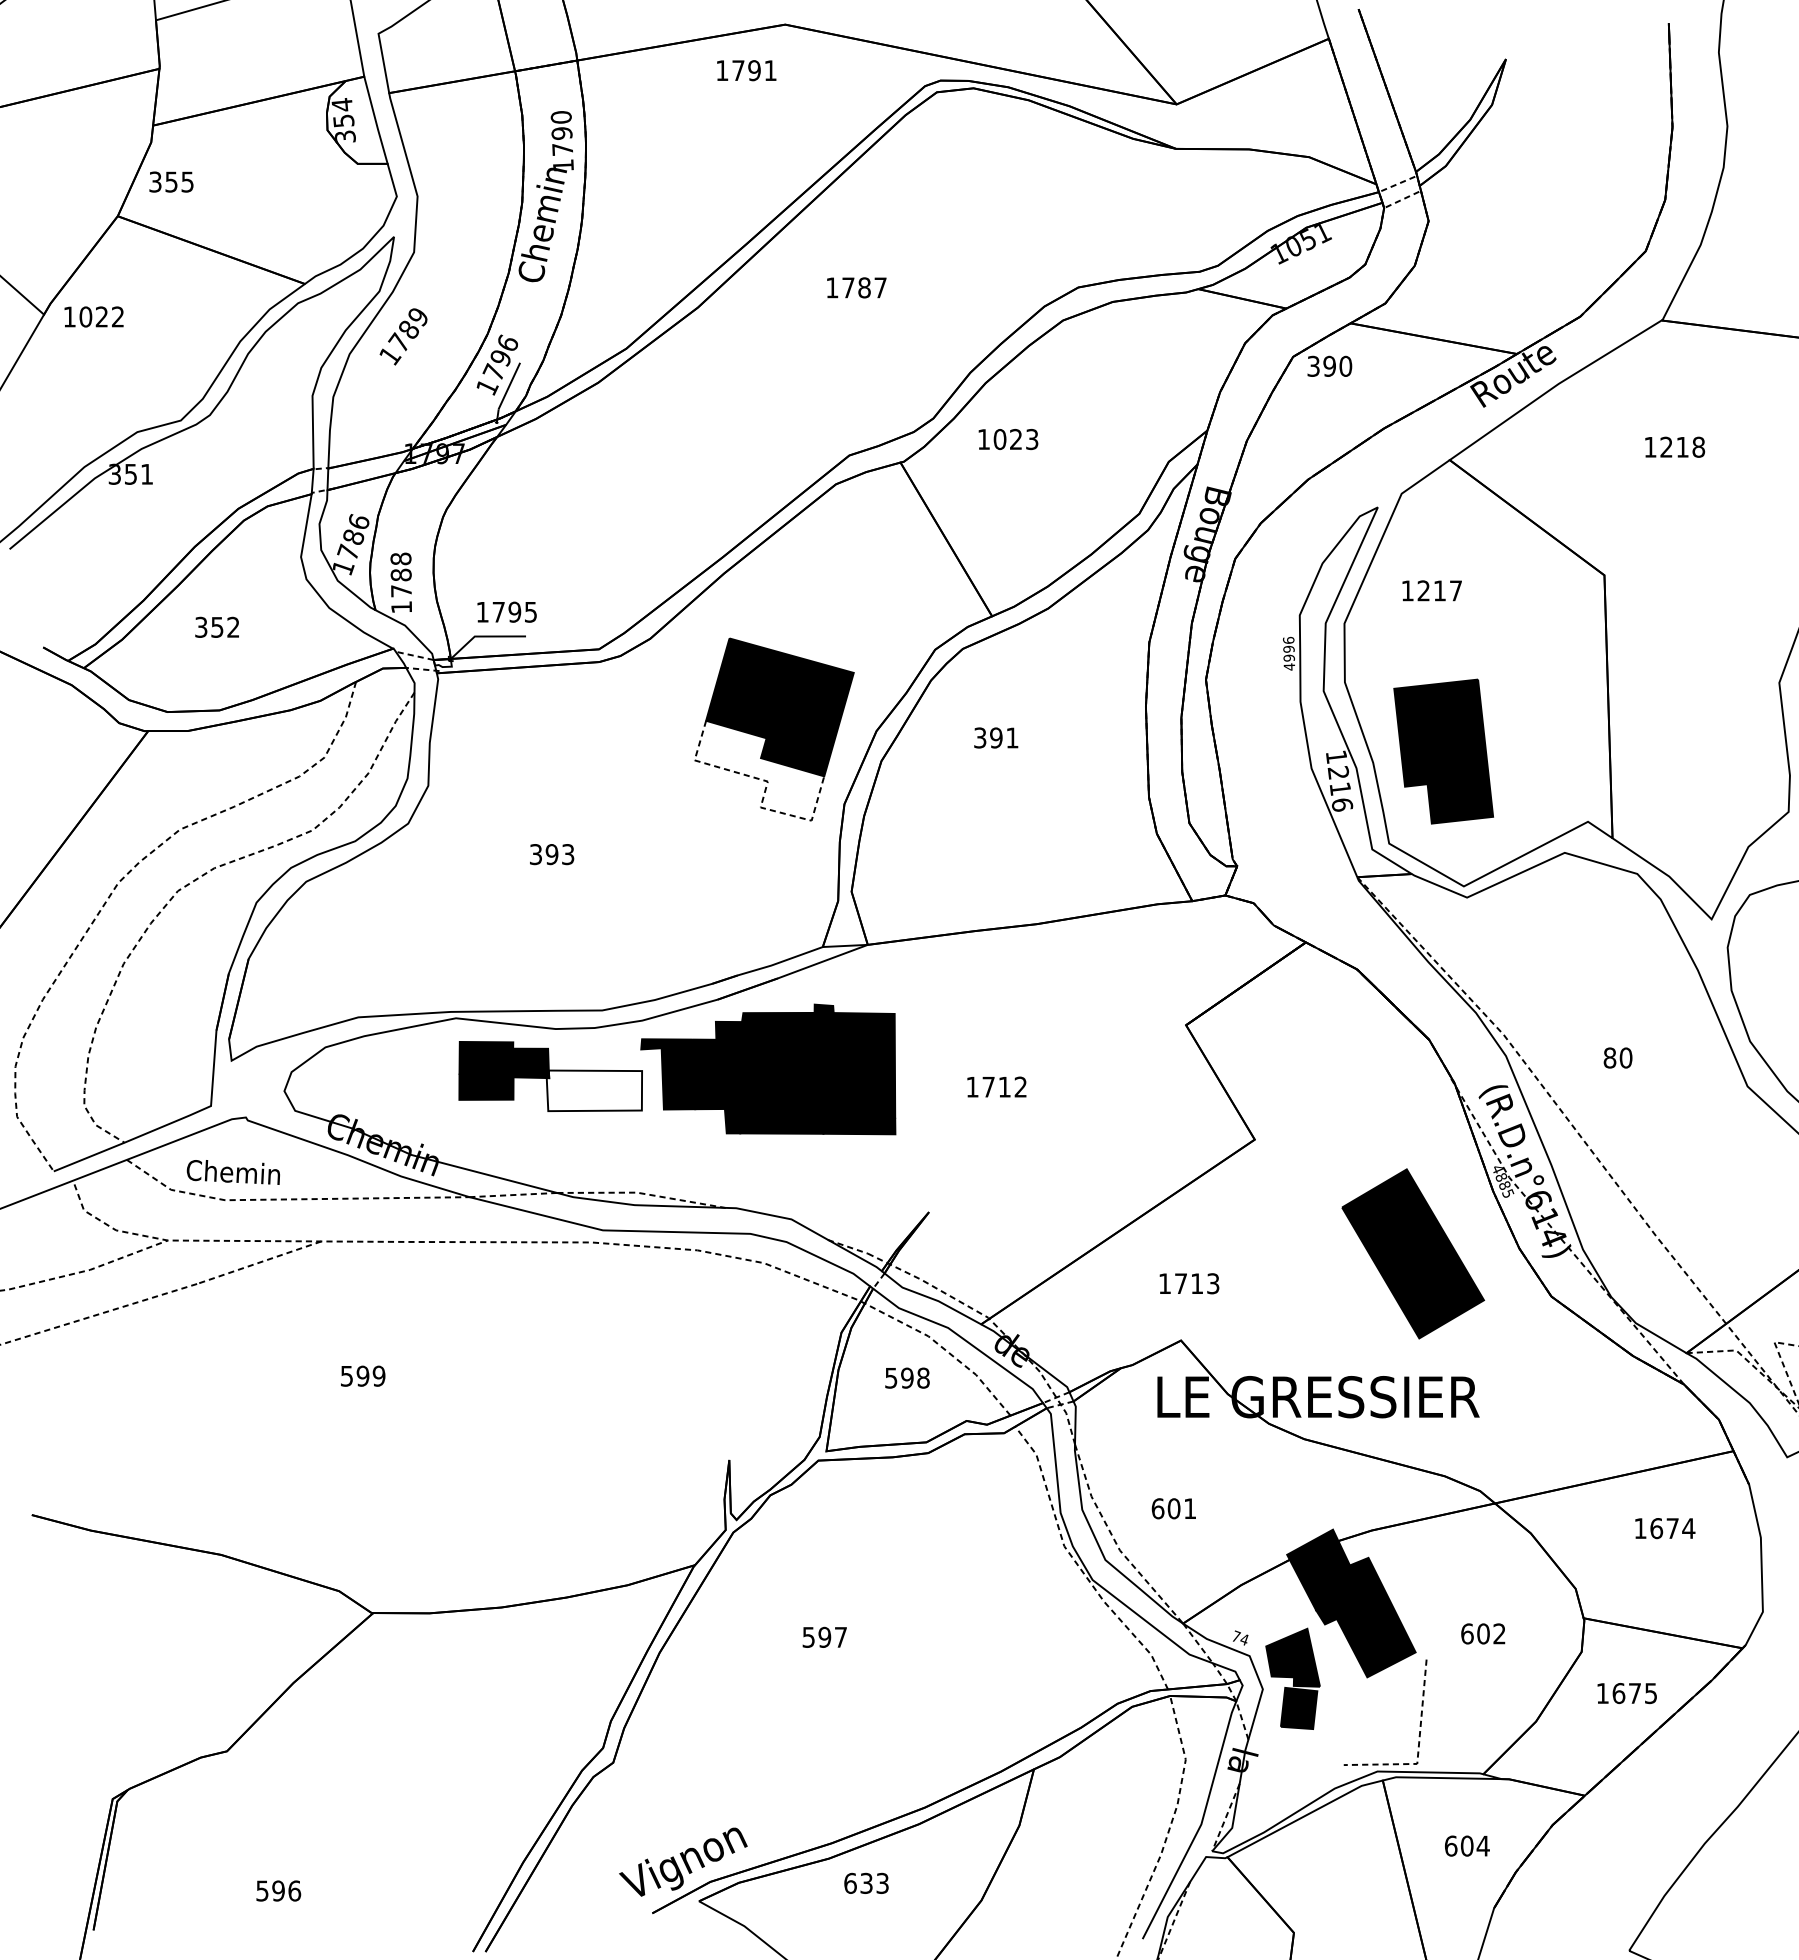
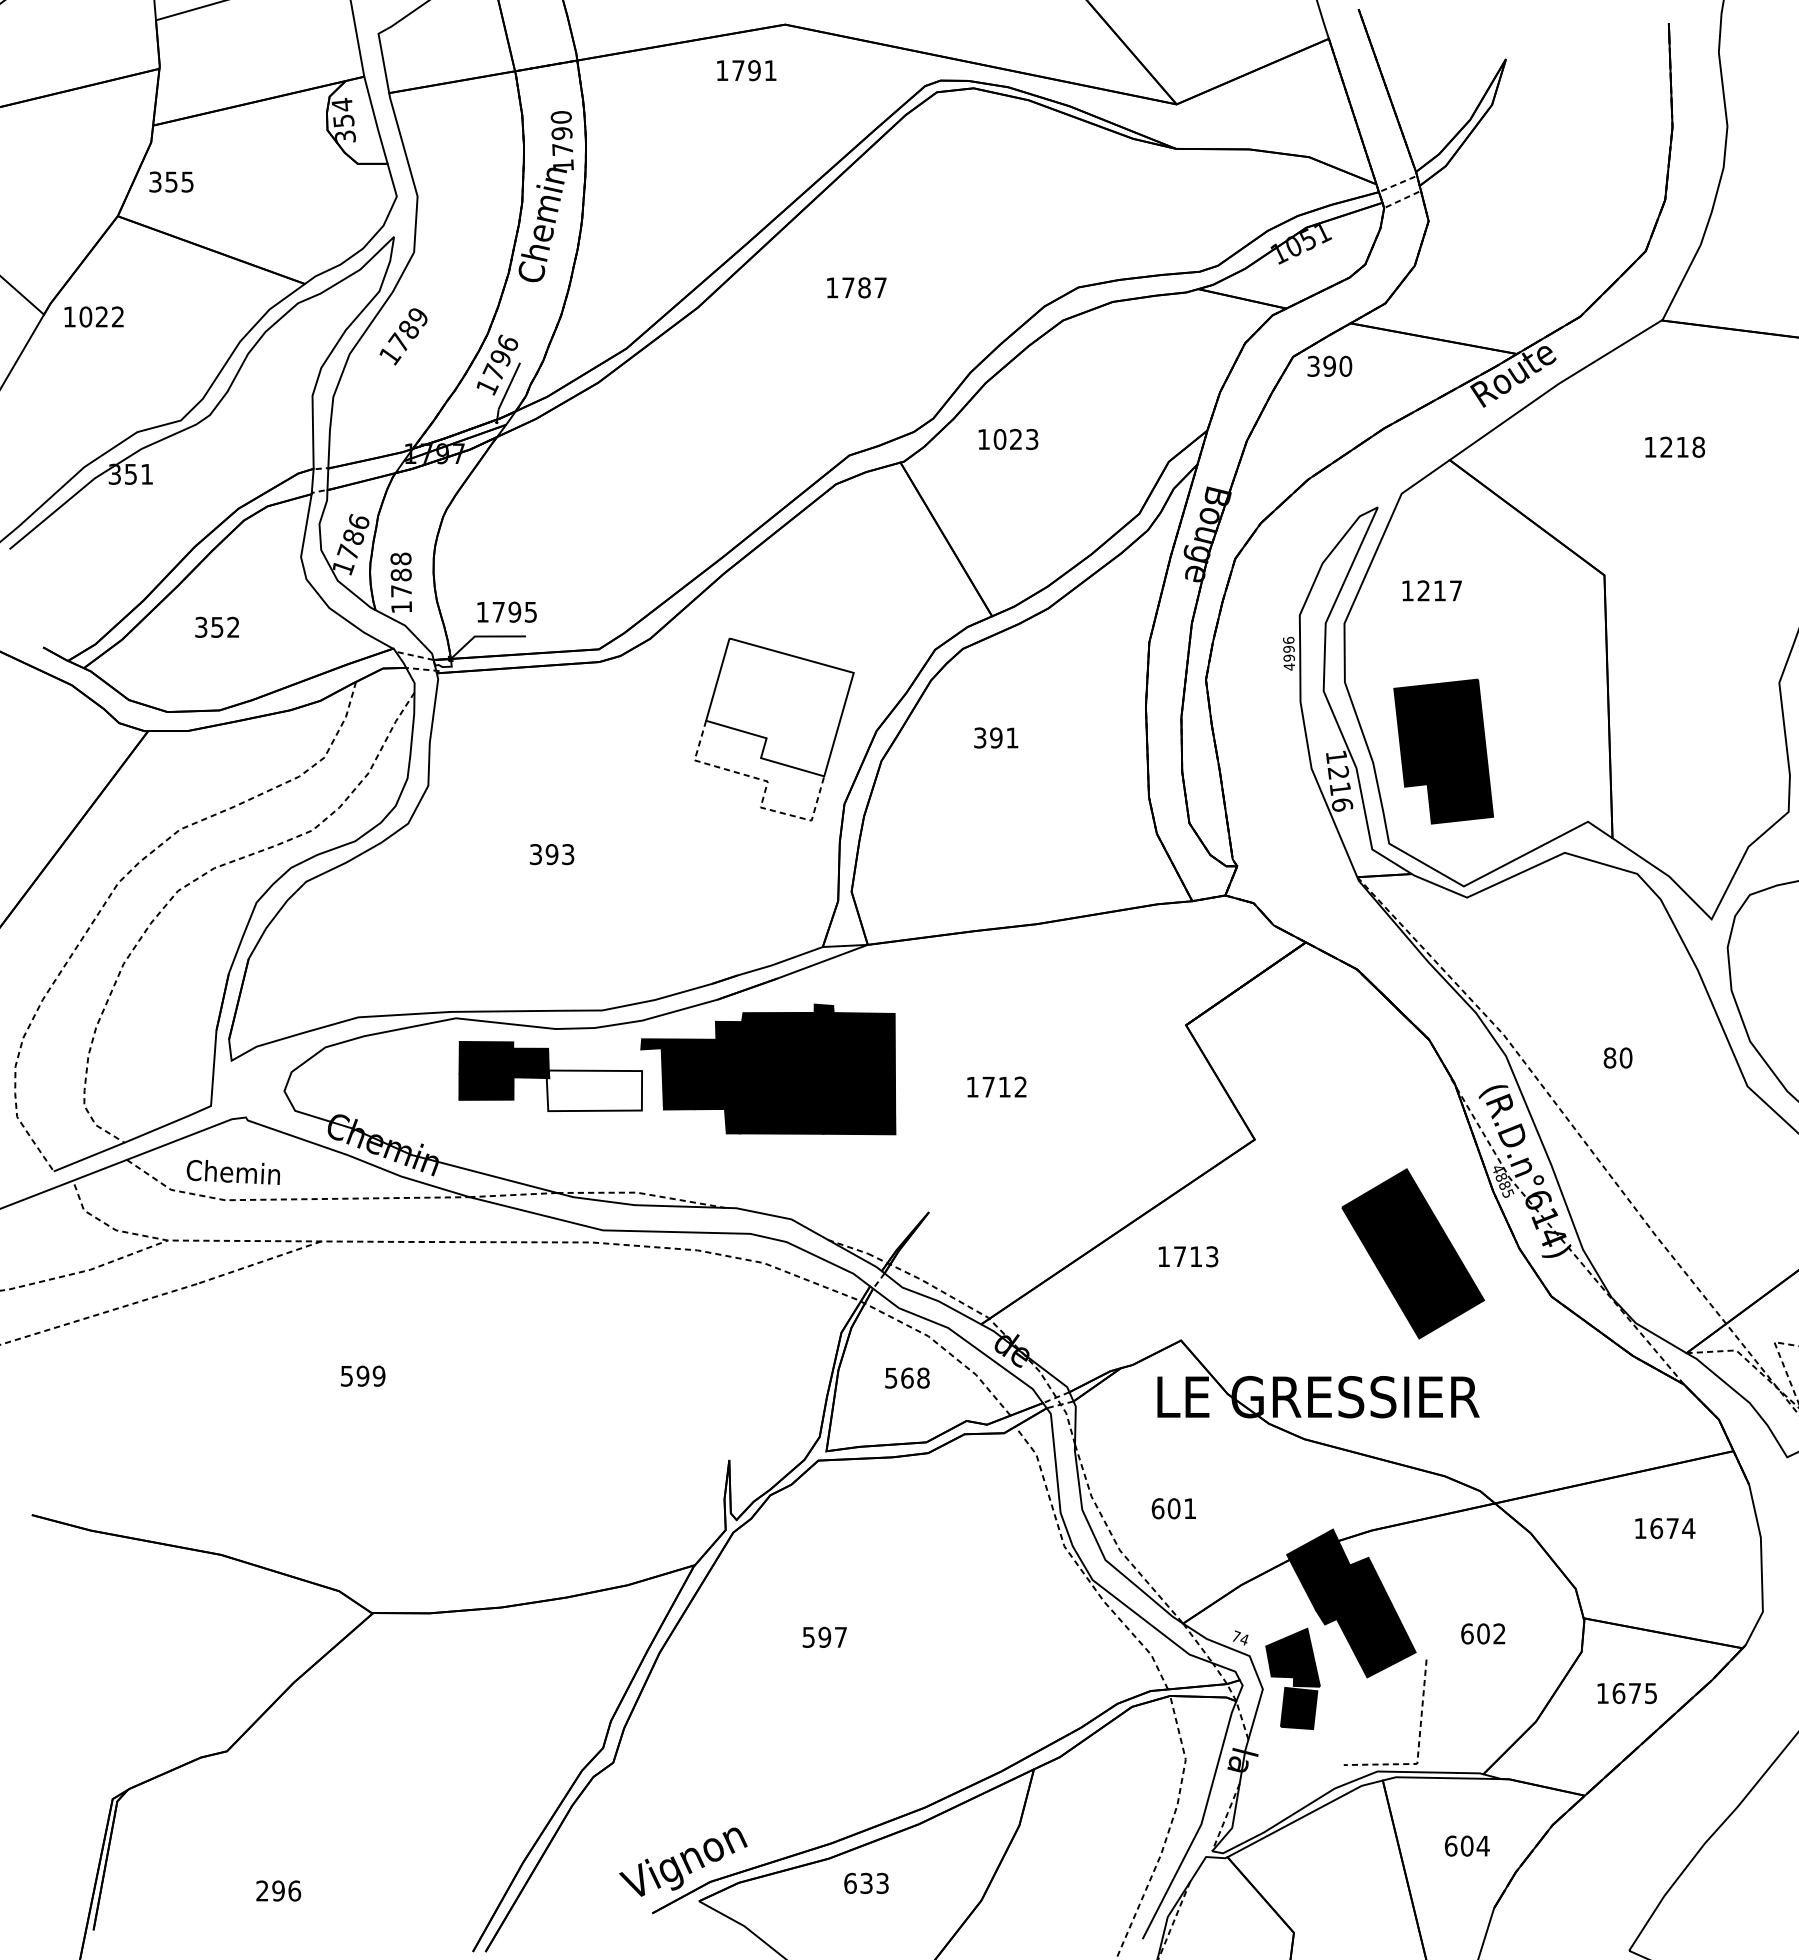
fill at (779, 707): present -> none
text at (1189, 1283) position: (1189, 1283) -> (1188, 1256)
text at (907, 1377): 598 -> 568
text at (262, 1890): 596 -> 296
